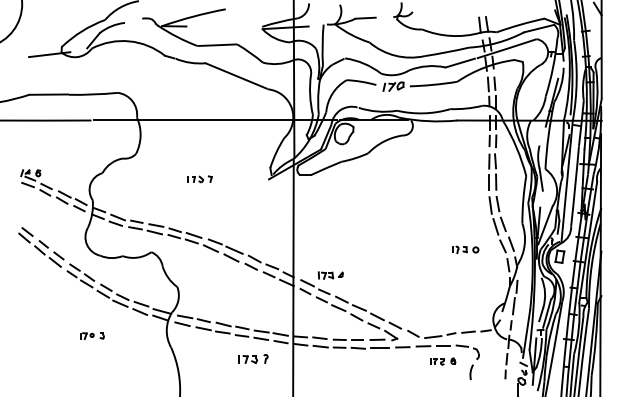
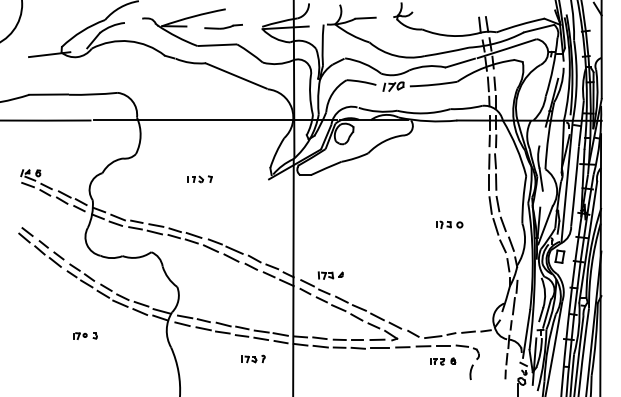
part at (223, 26): none -> present
part at (465, 249) position: (465, 249) -> (449, 224)
part at (92, 335) position: (92, 335) -> (85, 335)
part at (253, 358) size: 31x10 px -> 25x10 px
